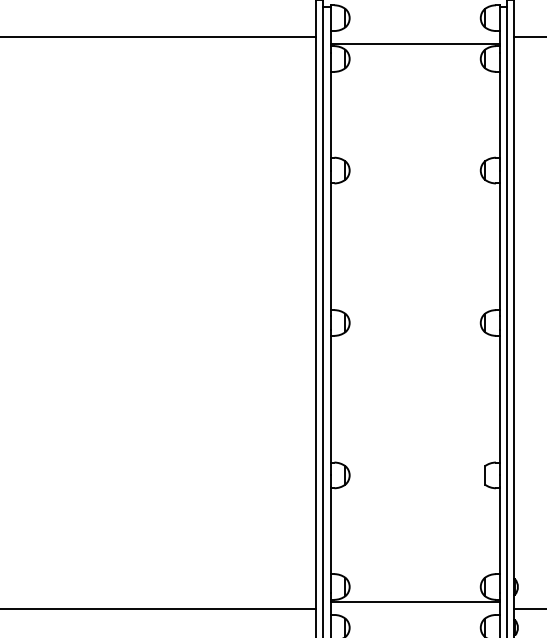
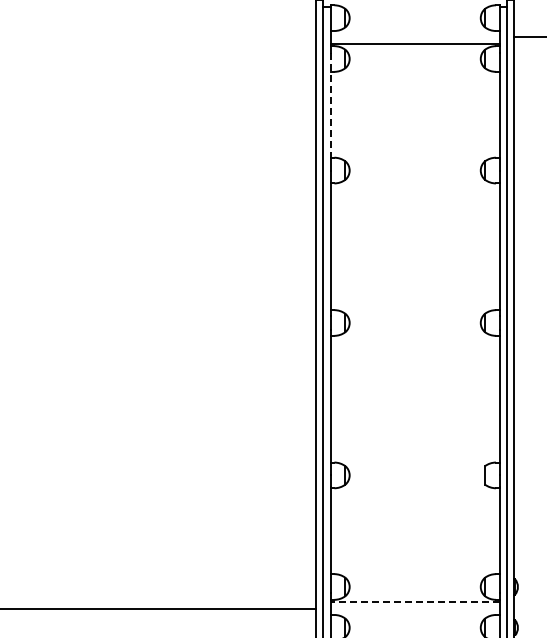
line at (159, 36): present -> none
line at (330, 106): solid -> dashed
line at (414, 602): solid -> dashed
line at (528, 609): present -> none
